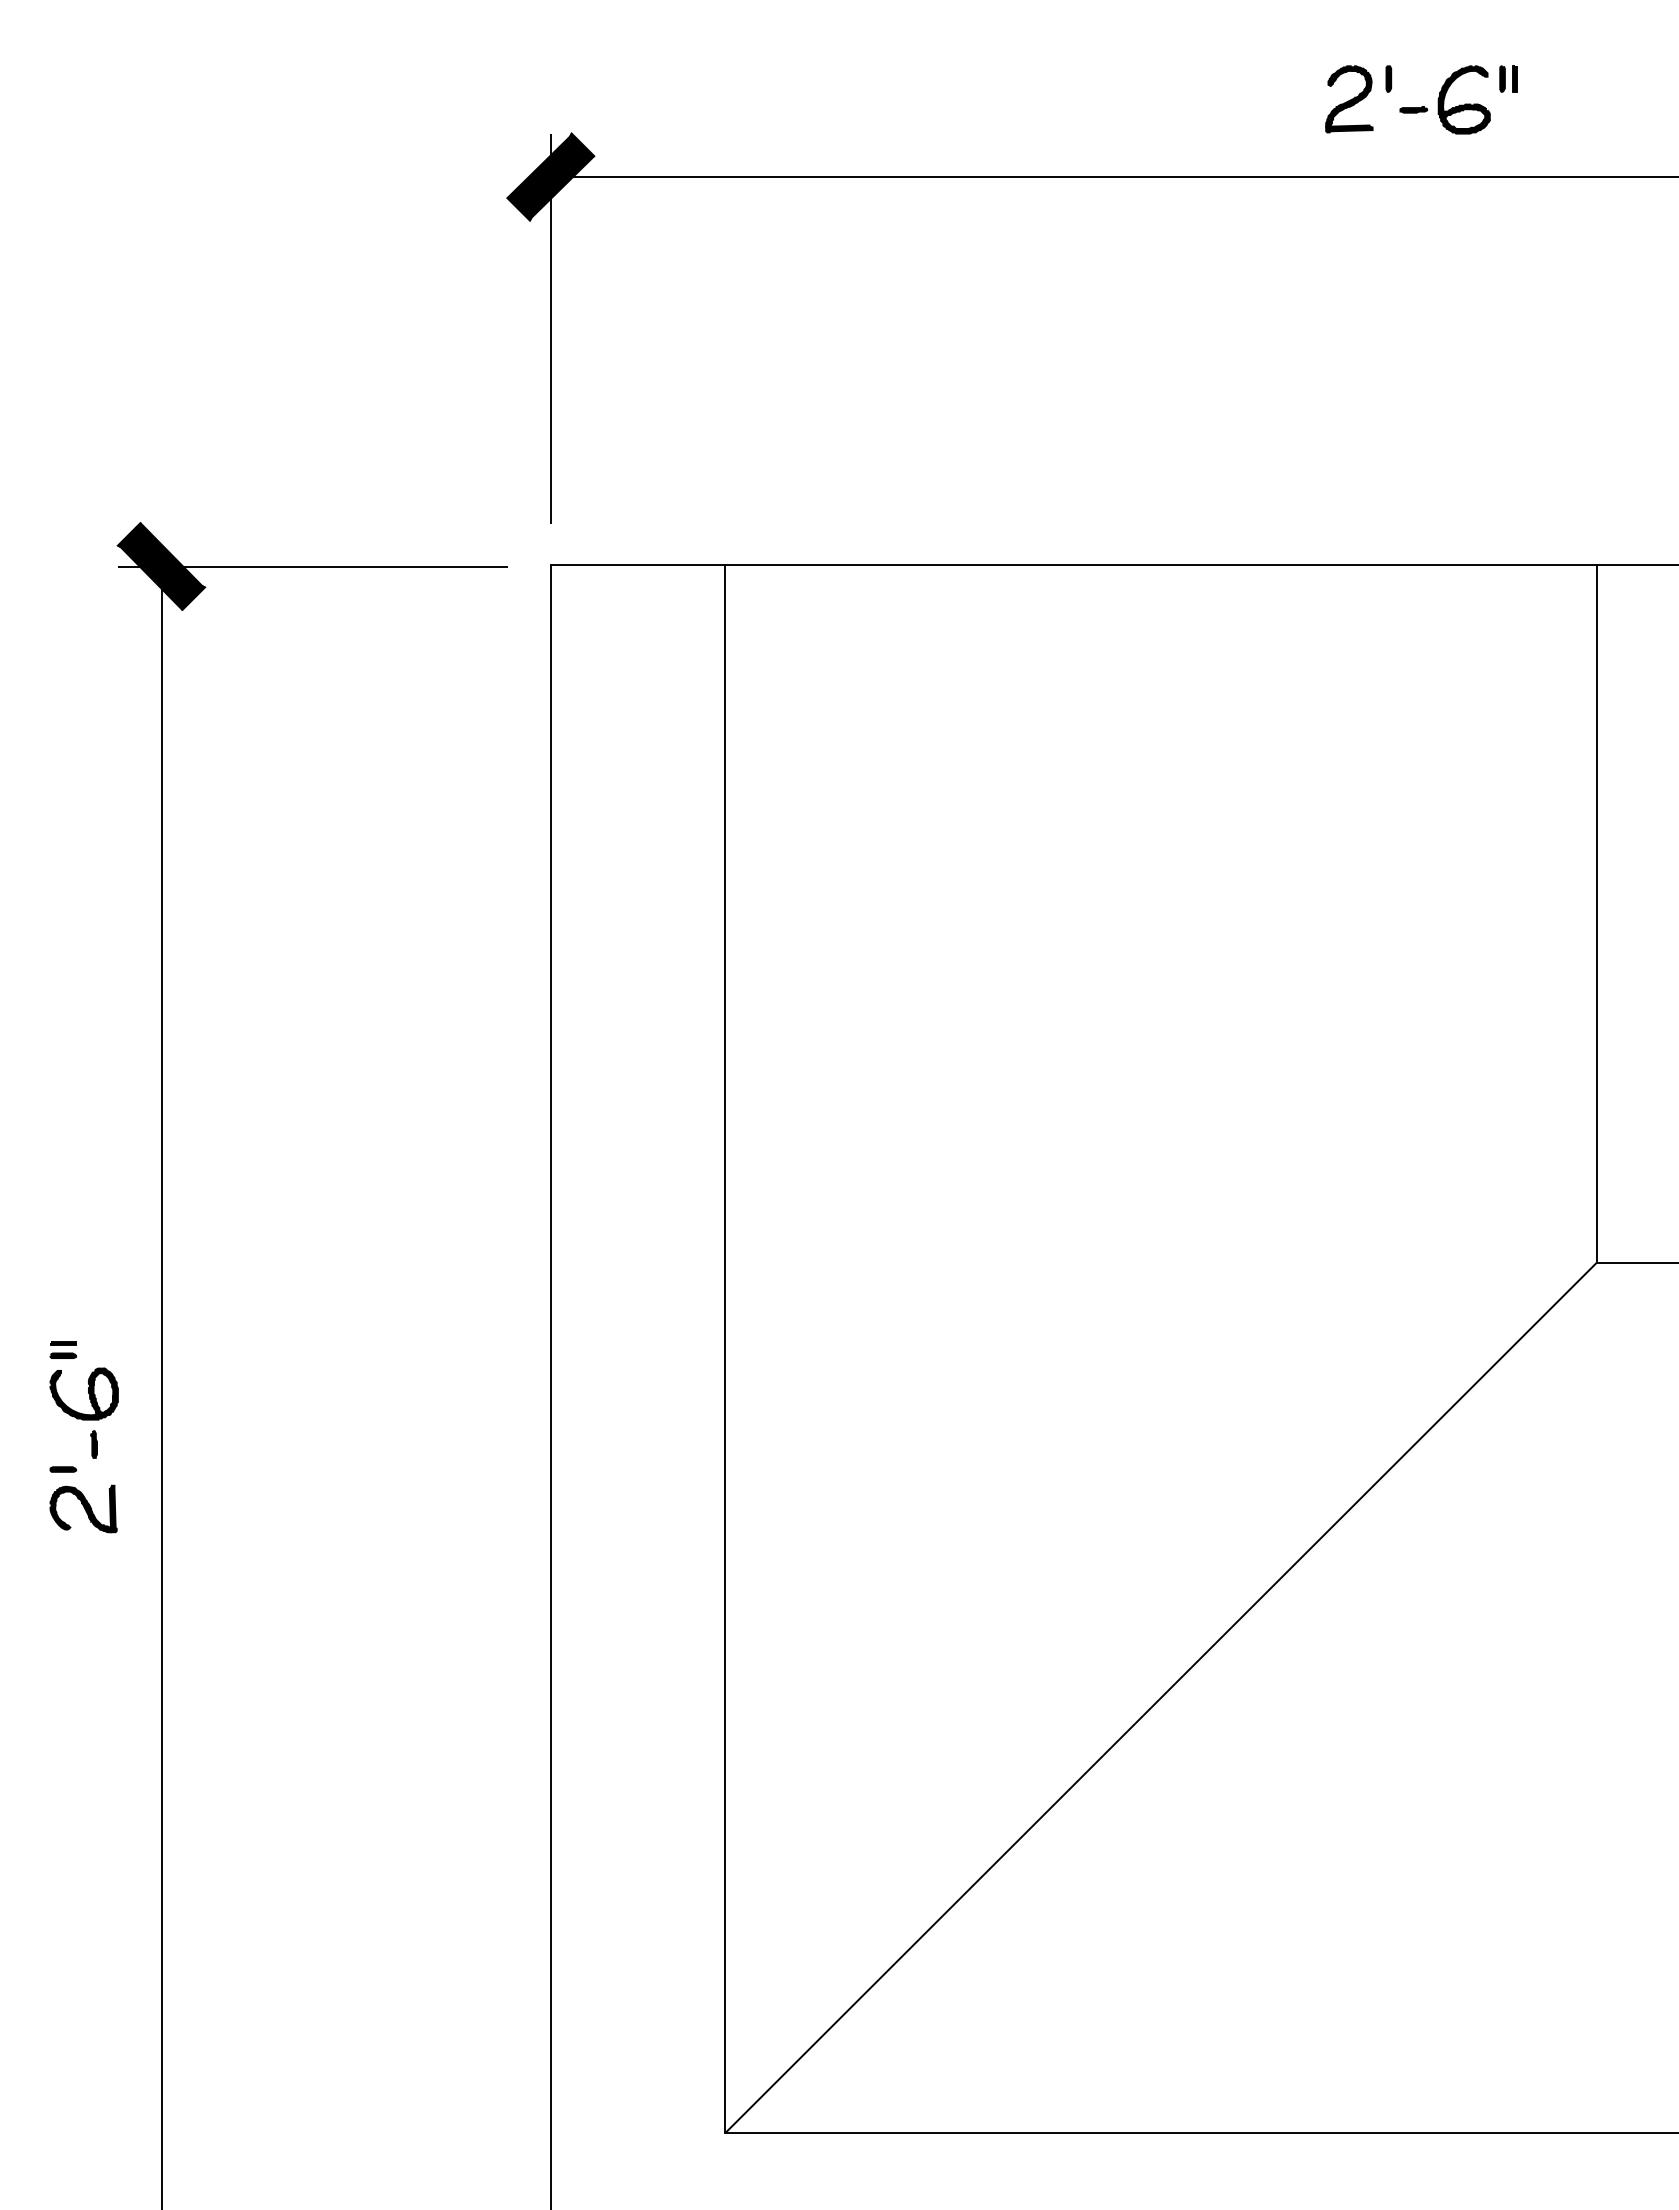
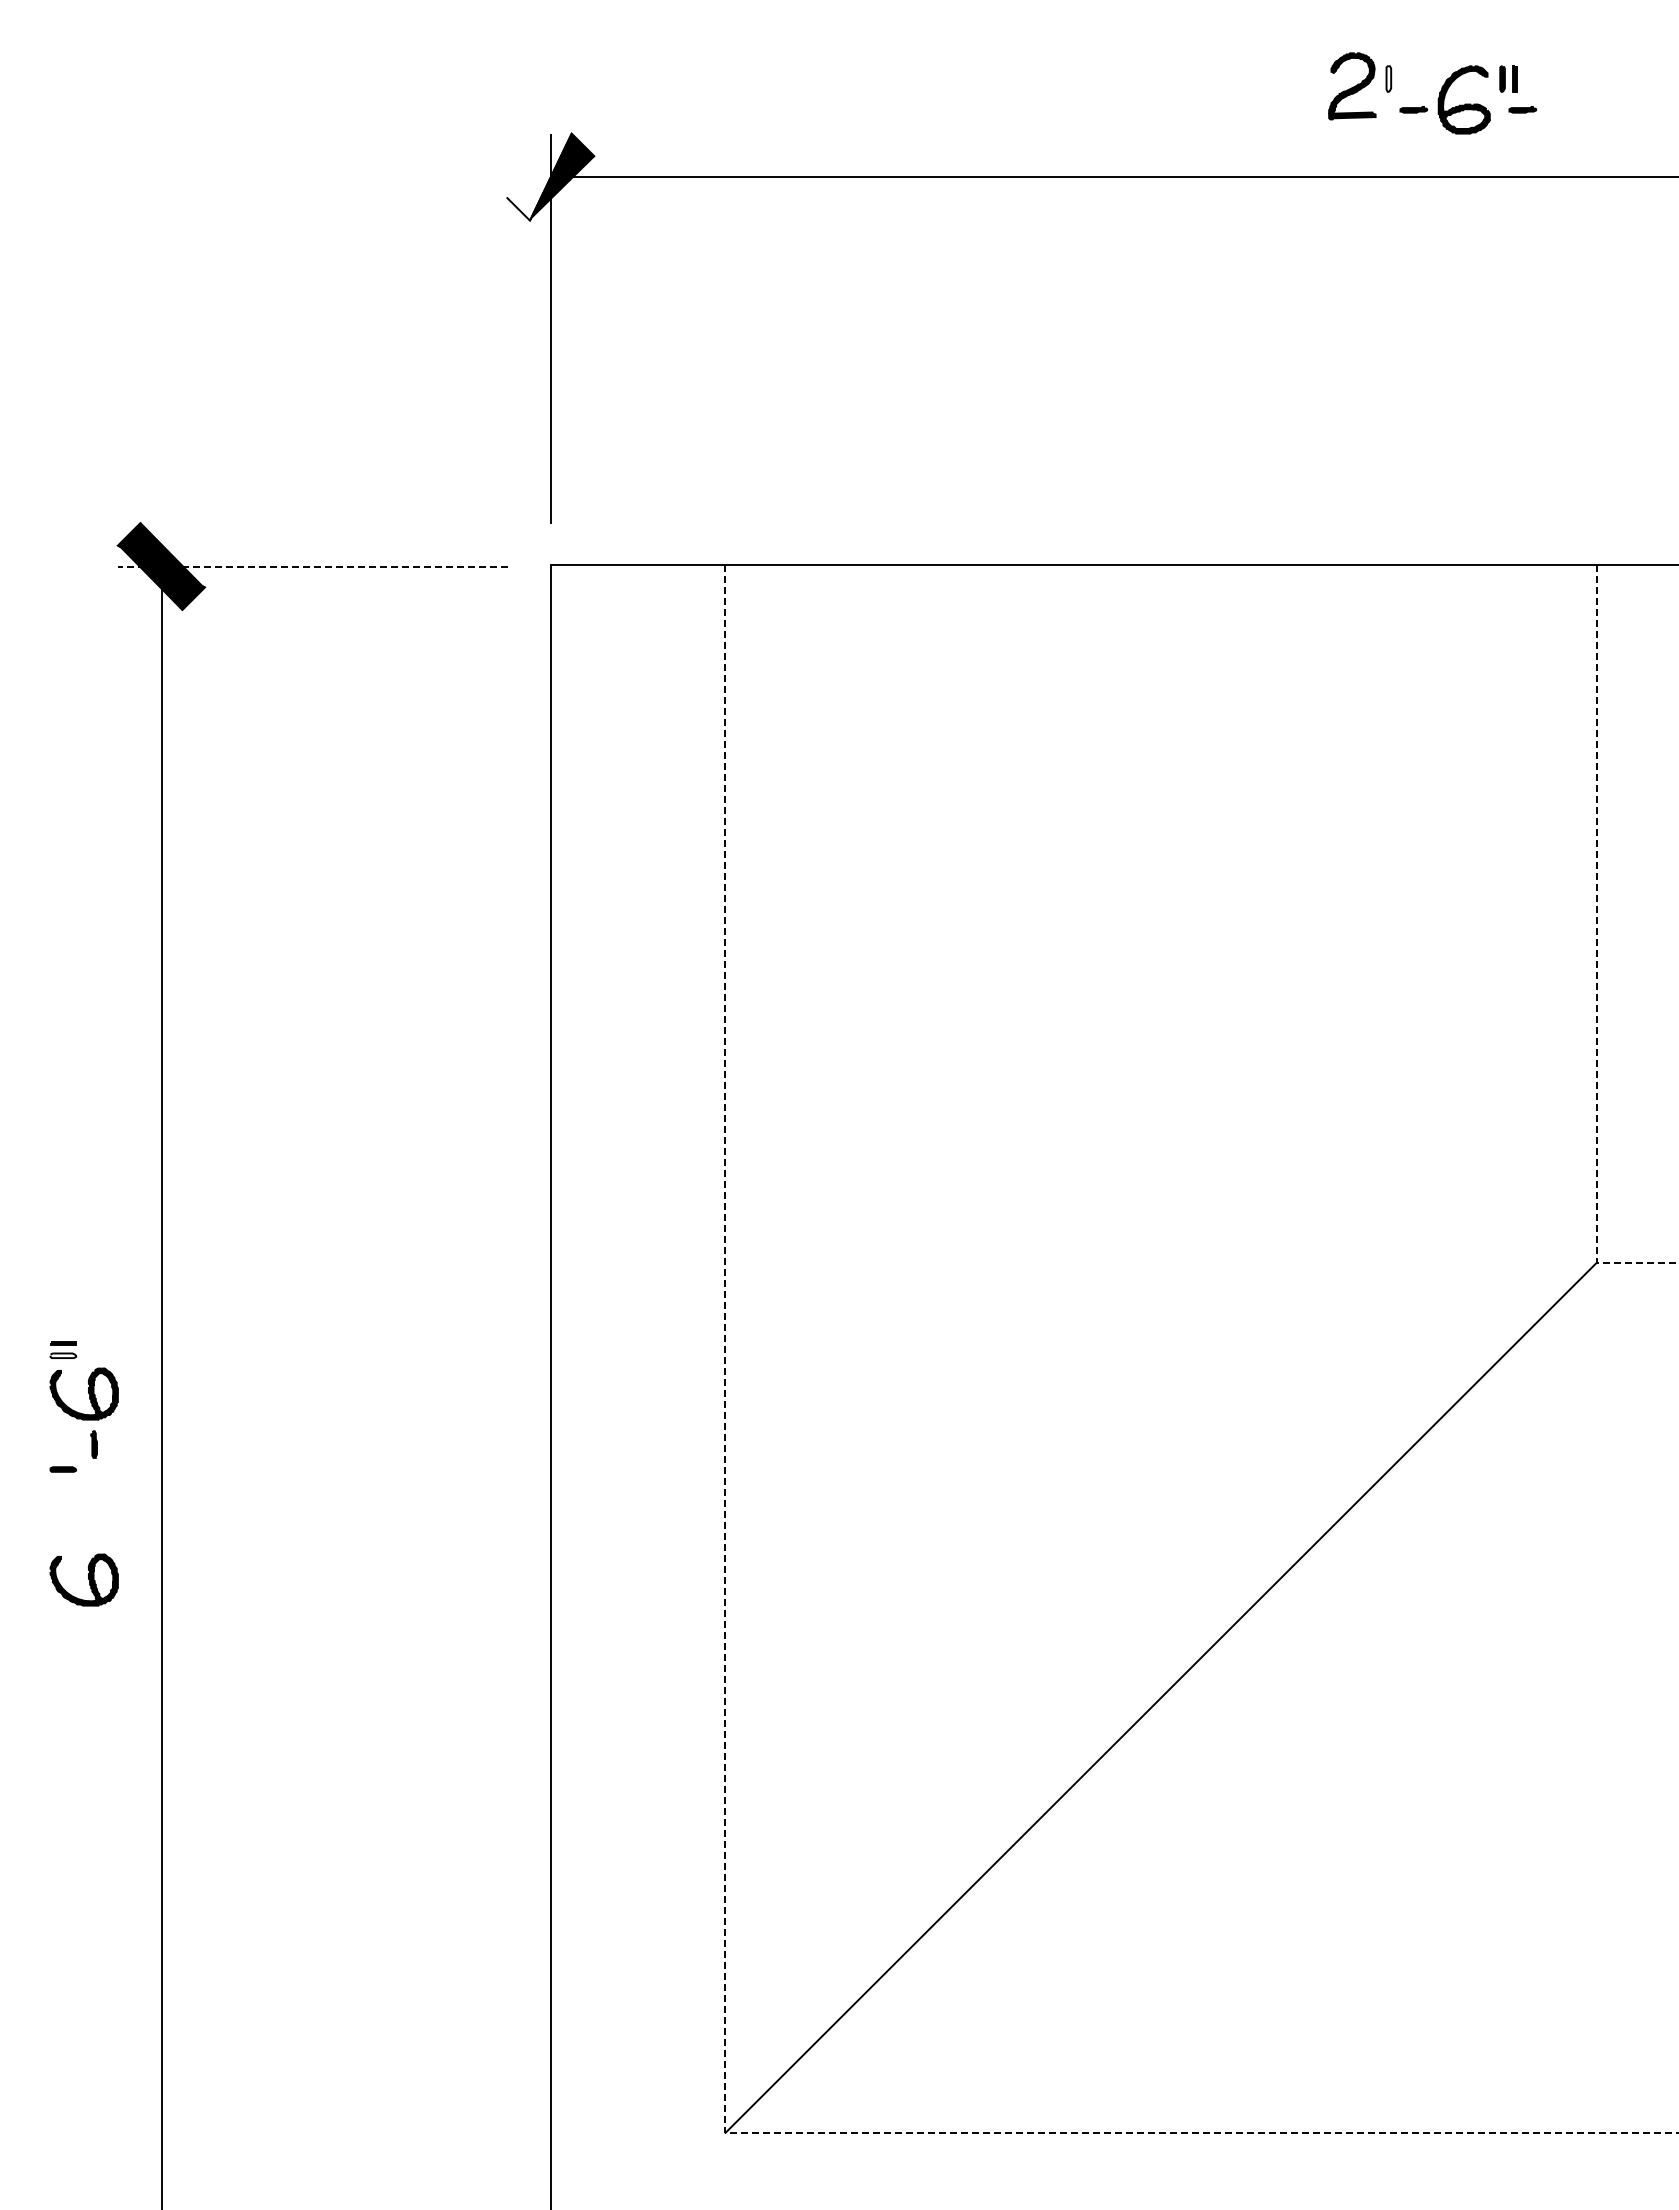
fill at (1388, 78): present -> none
part at (1349, 99) position: (1349, 99) -> (1352, 86)
part at (1522, 109): none -> present
fill at (538, 176): present -> none
line at (312, 566): solid -> dashed
line at (1596, 956): solid -> dashed
fill at (63, 1355): present -> none
part at (83, 1508): present -> none
part at (83, 1579): none -> present
line at (724, 1826): solid -> dashed
